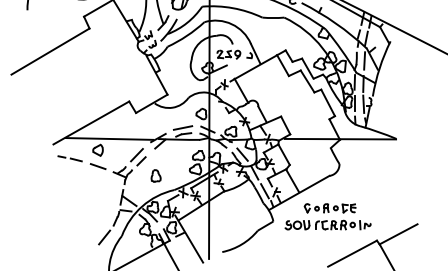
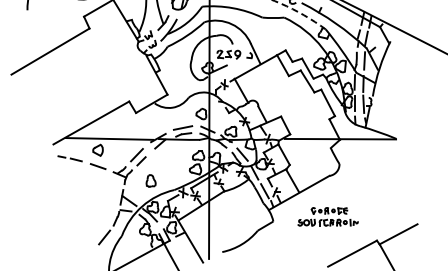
arc at (300, 13): solid -> dashed
part at (155, 175) position: (155, 175) -> (150, 180)
part at (327, 216) size: 88x28 px -> 62x20 px
